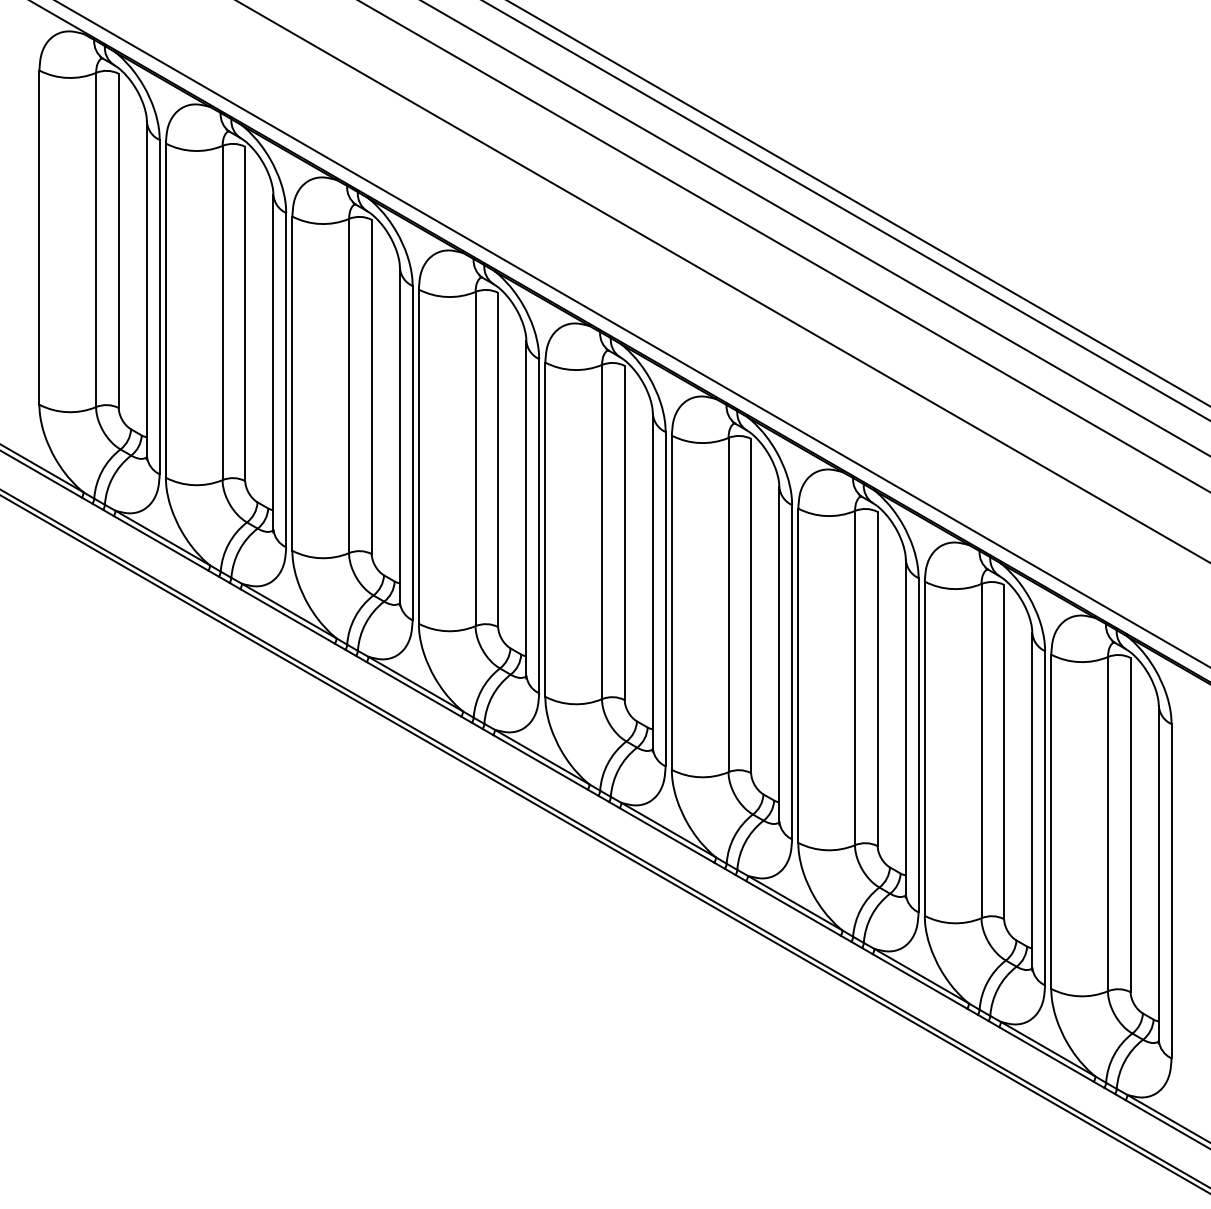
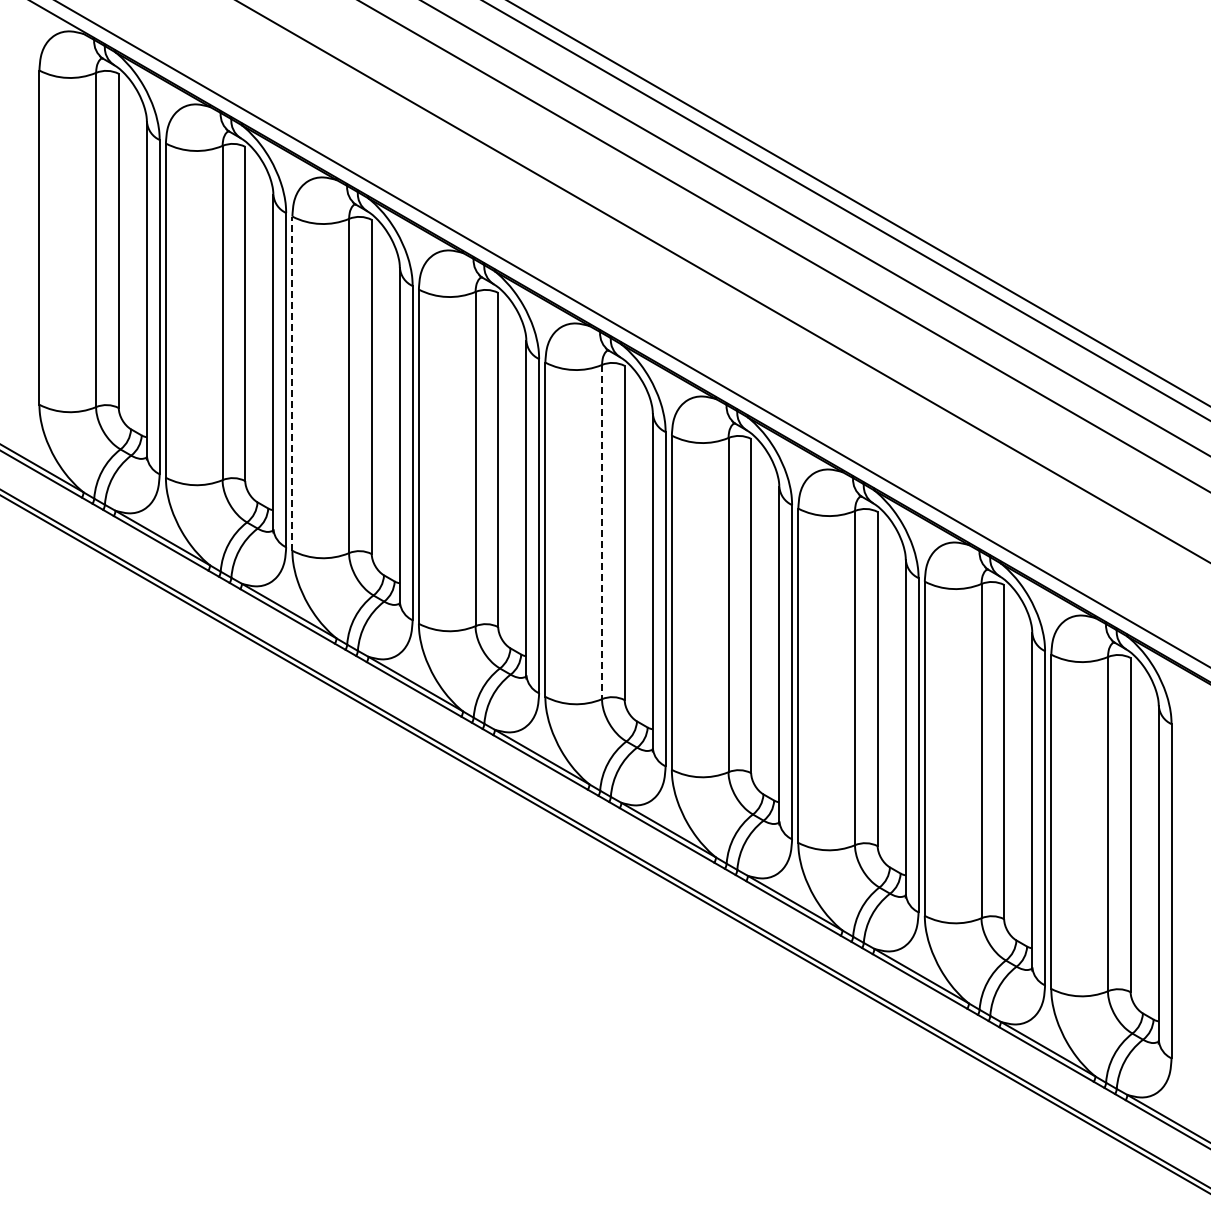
line at (292, 383): solid -> dashed
line at (602, 532): solid -> dashed
